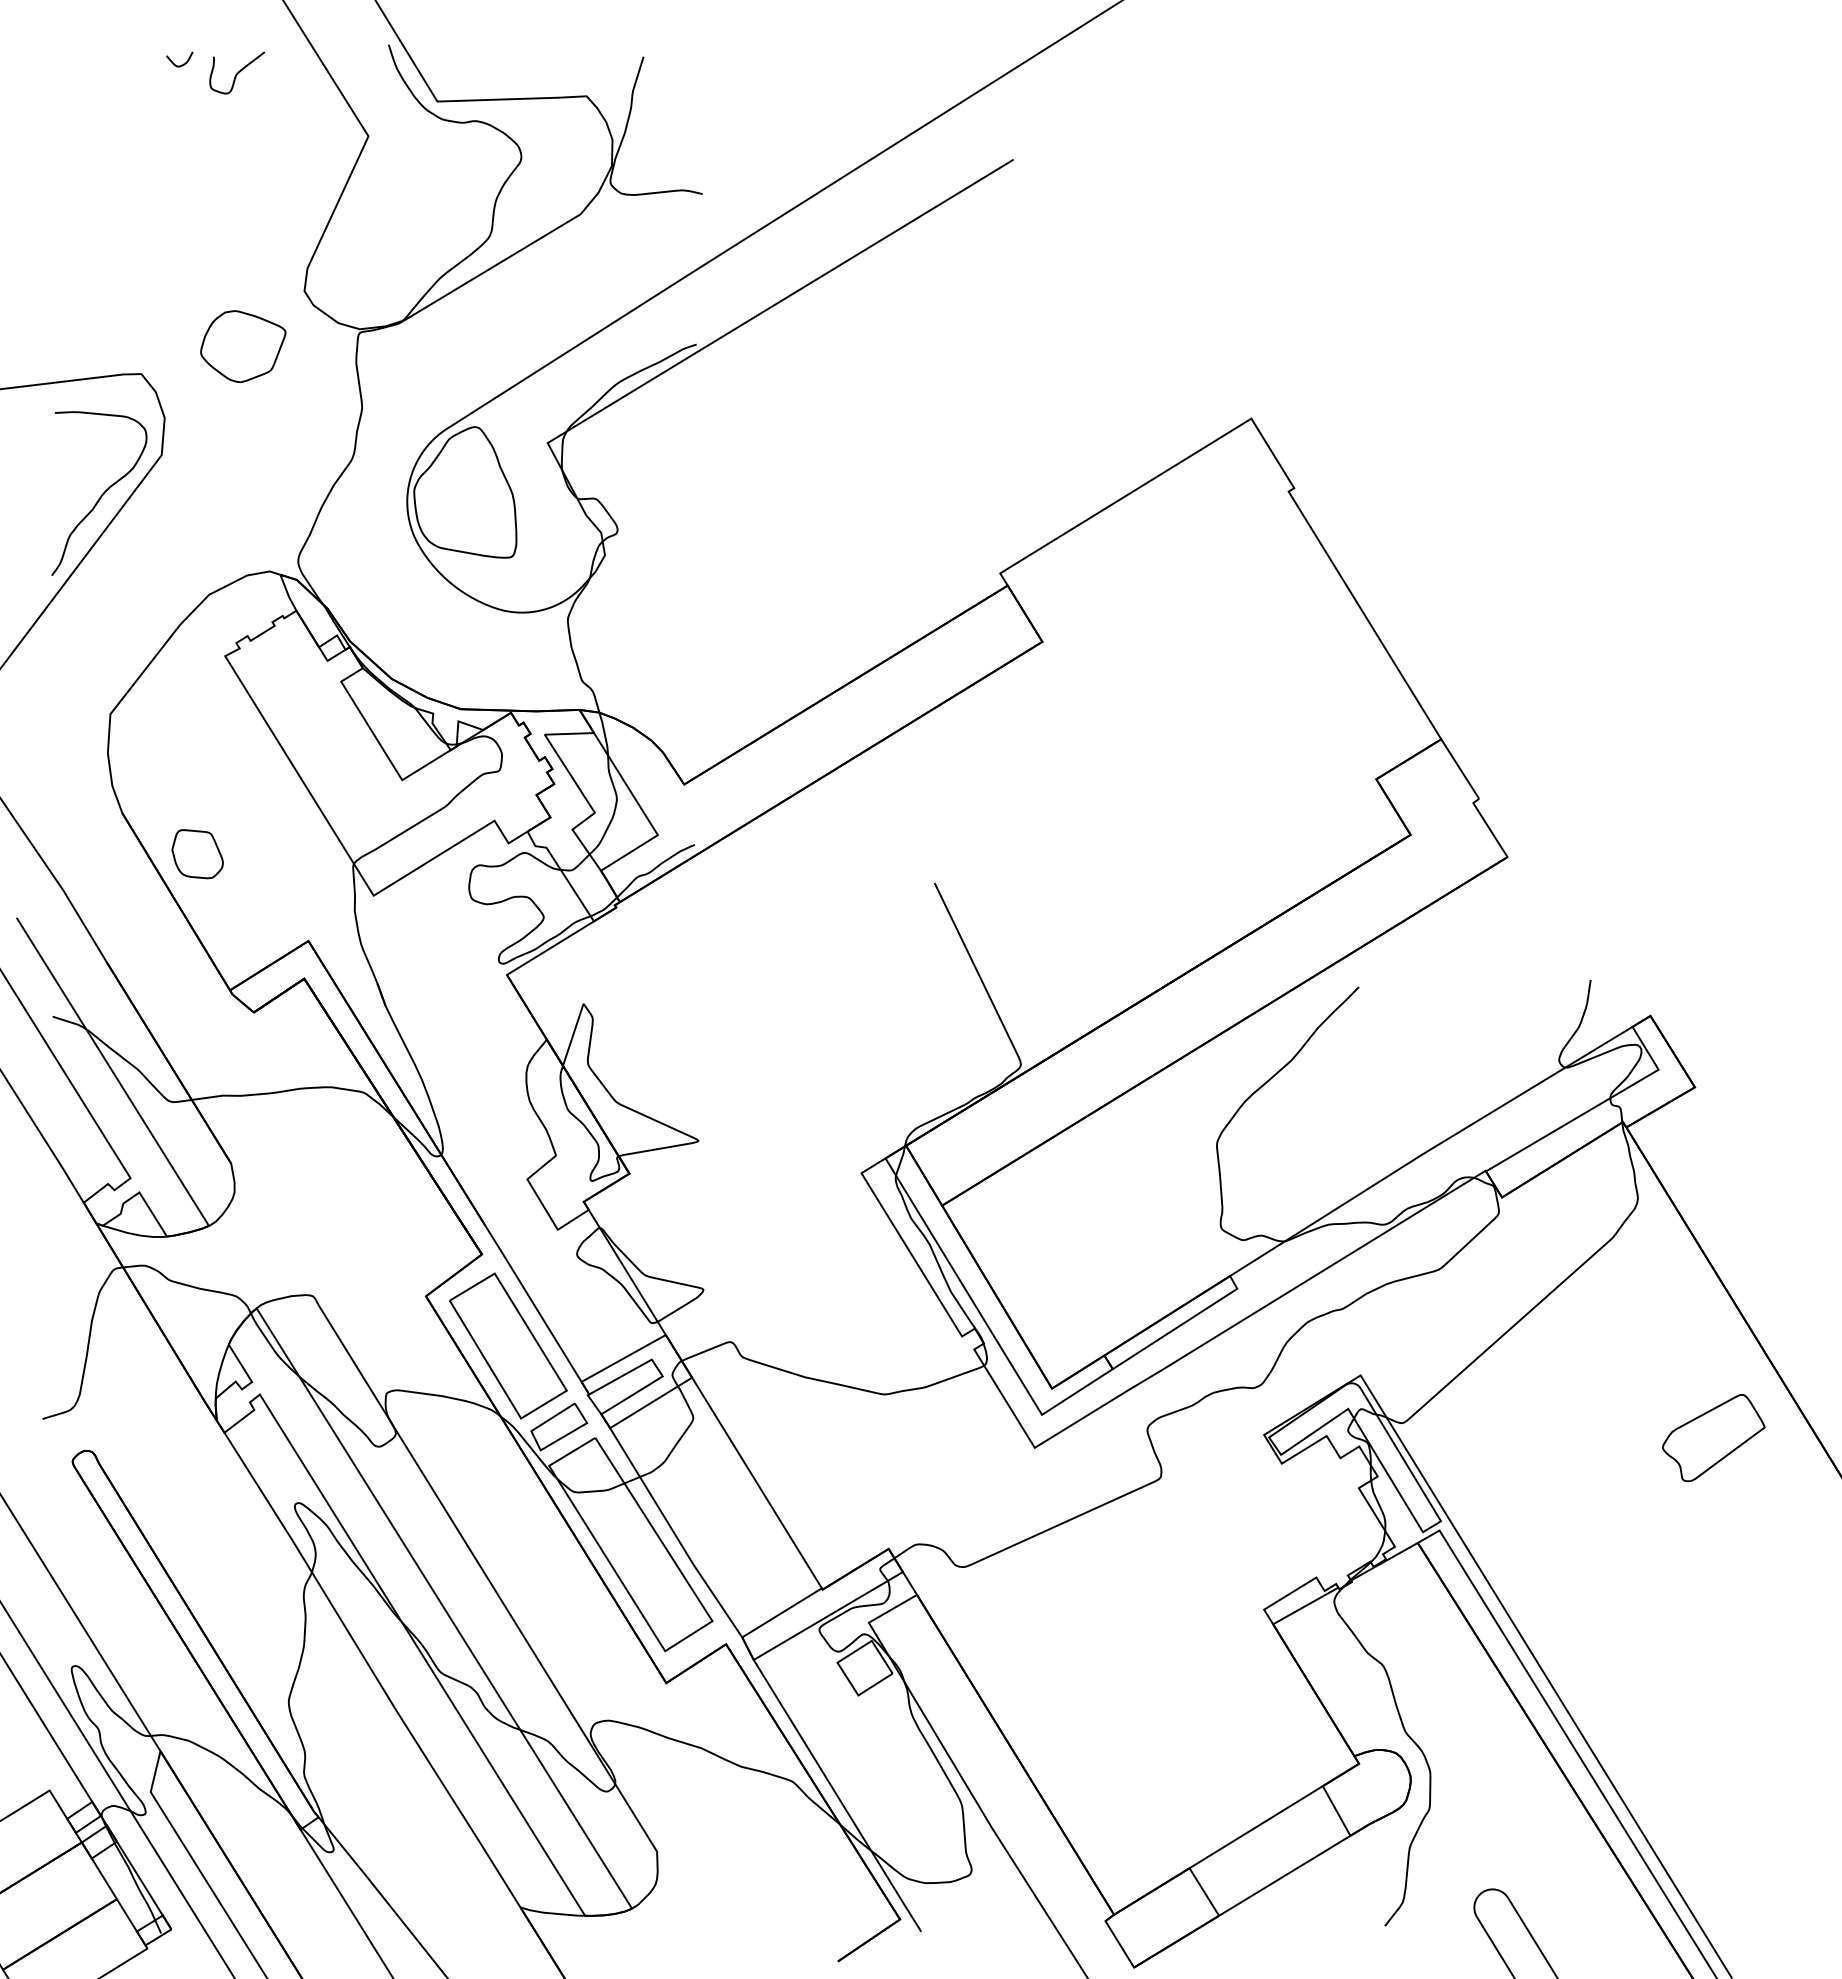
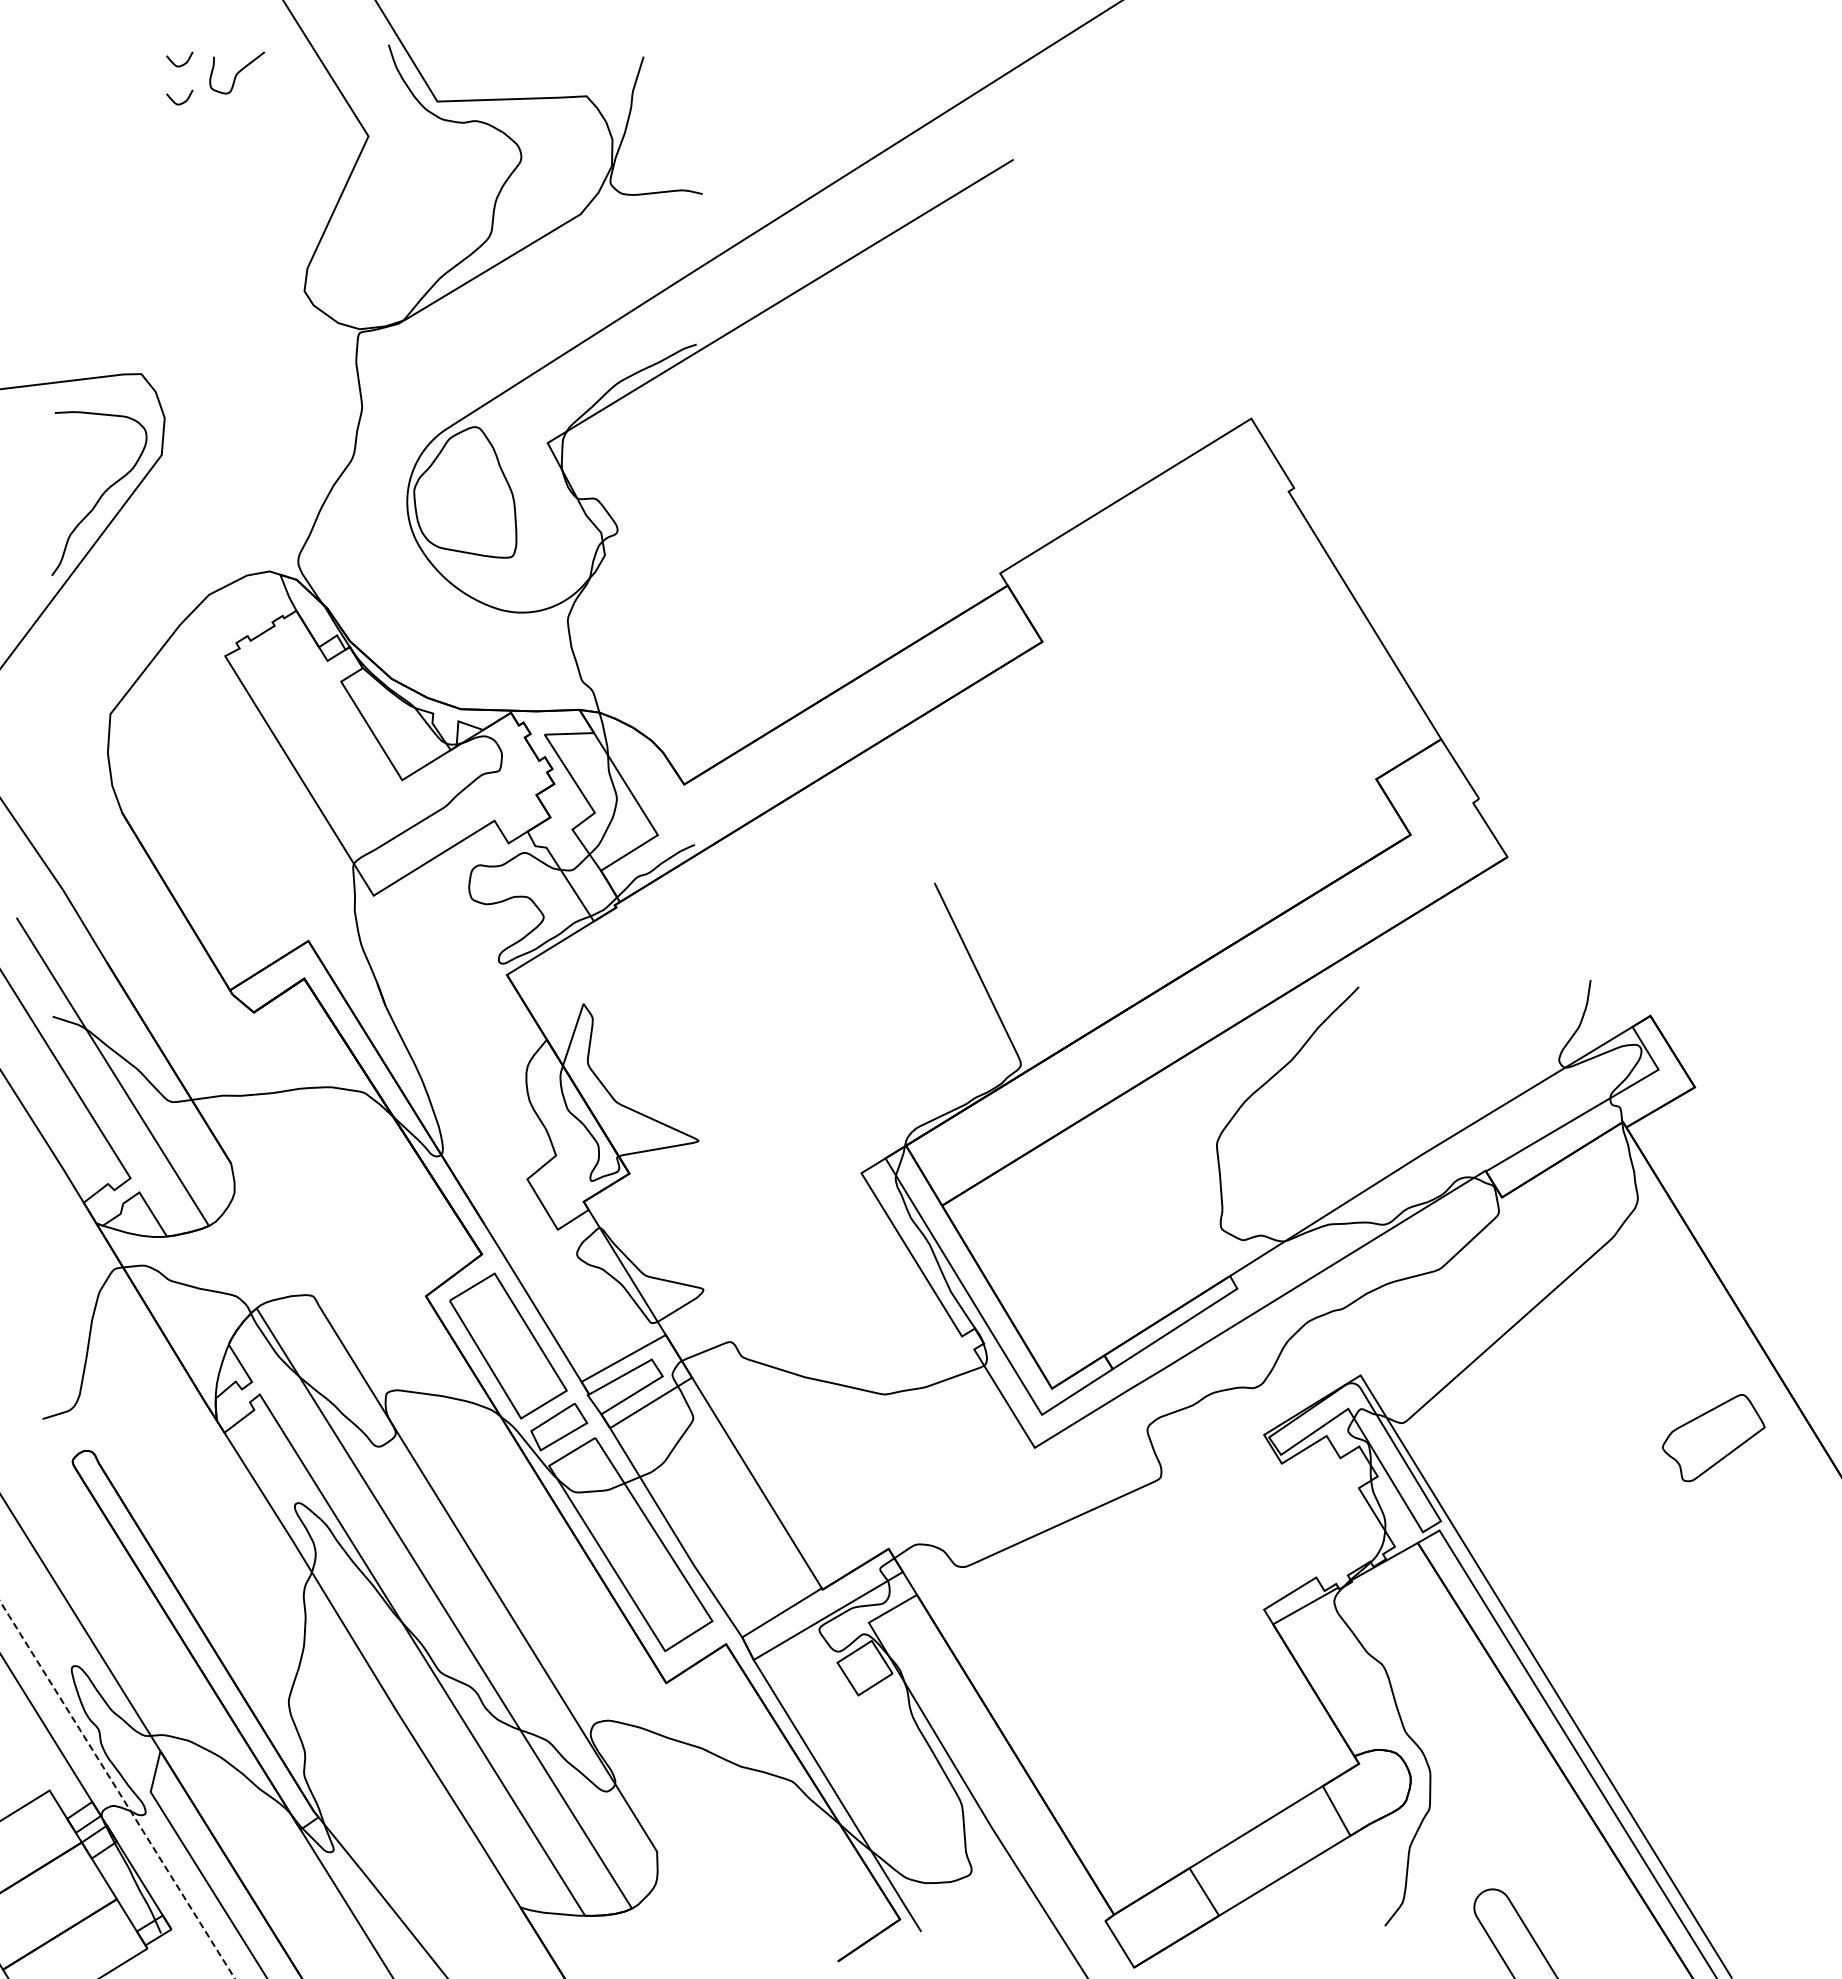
curve at (181, 102): none -> present
part at (243, 346): present -> none
part at (197, 854): present -> none
line at (117, 1790): solid -> dashed
